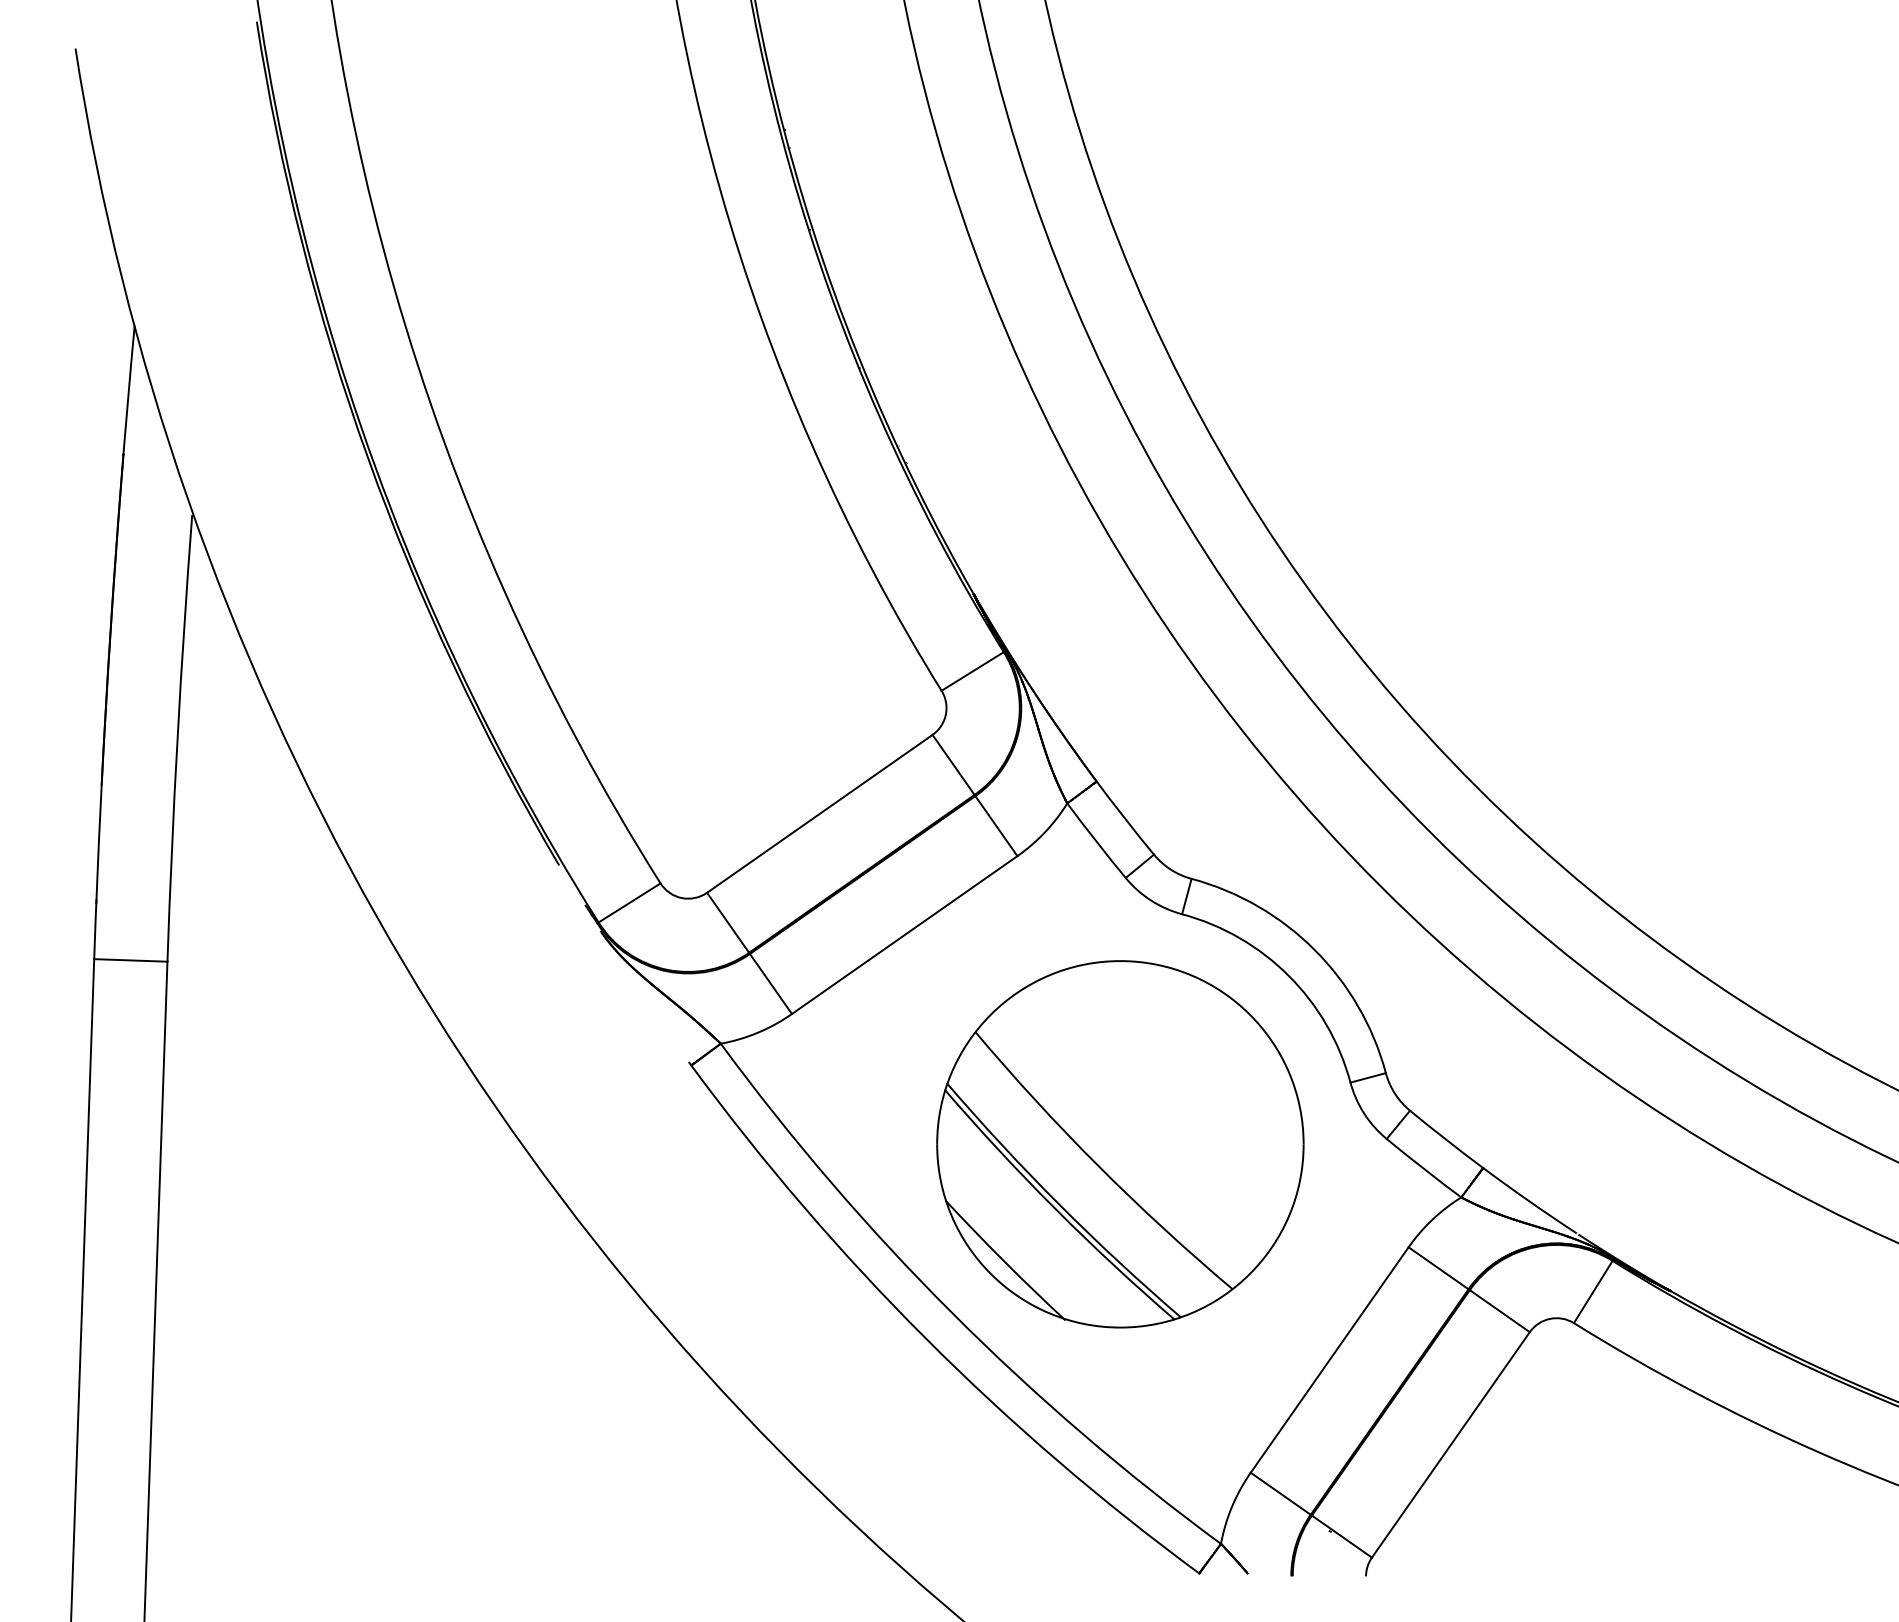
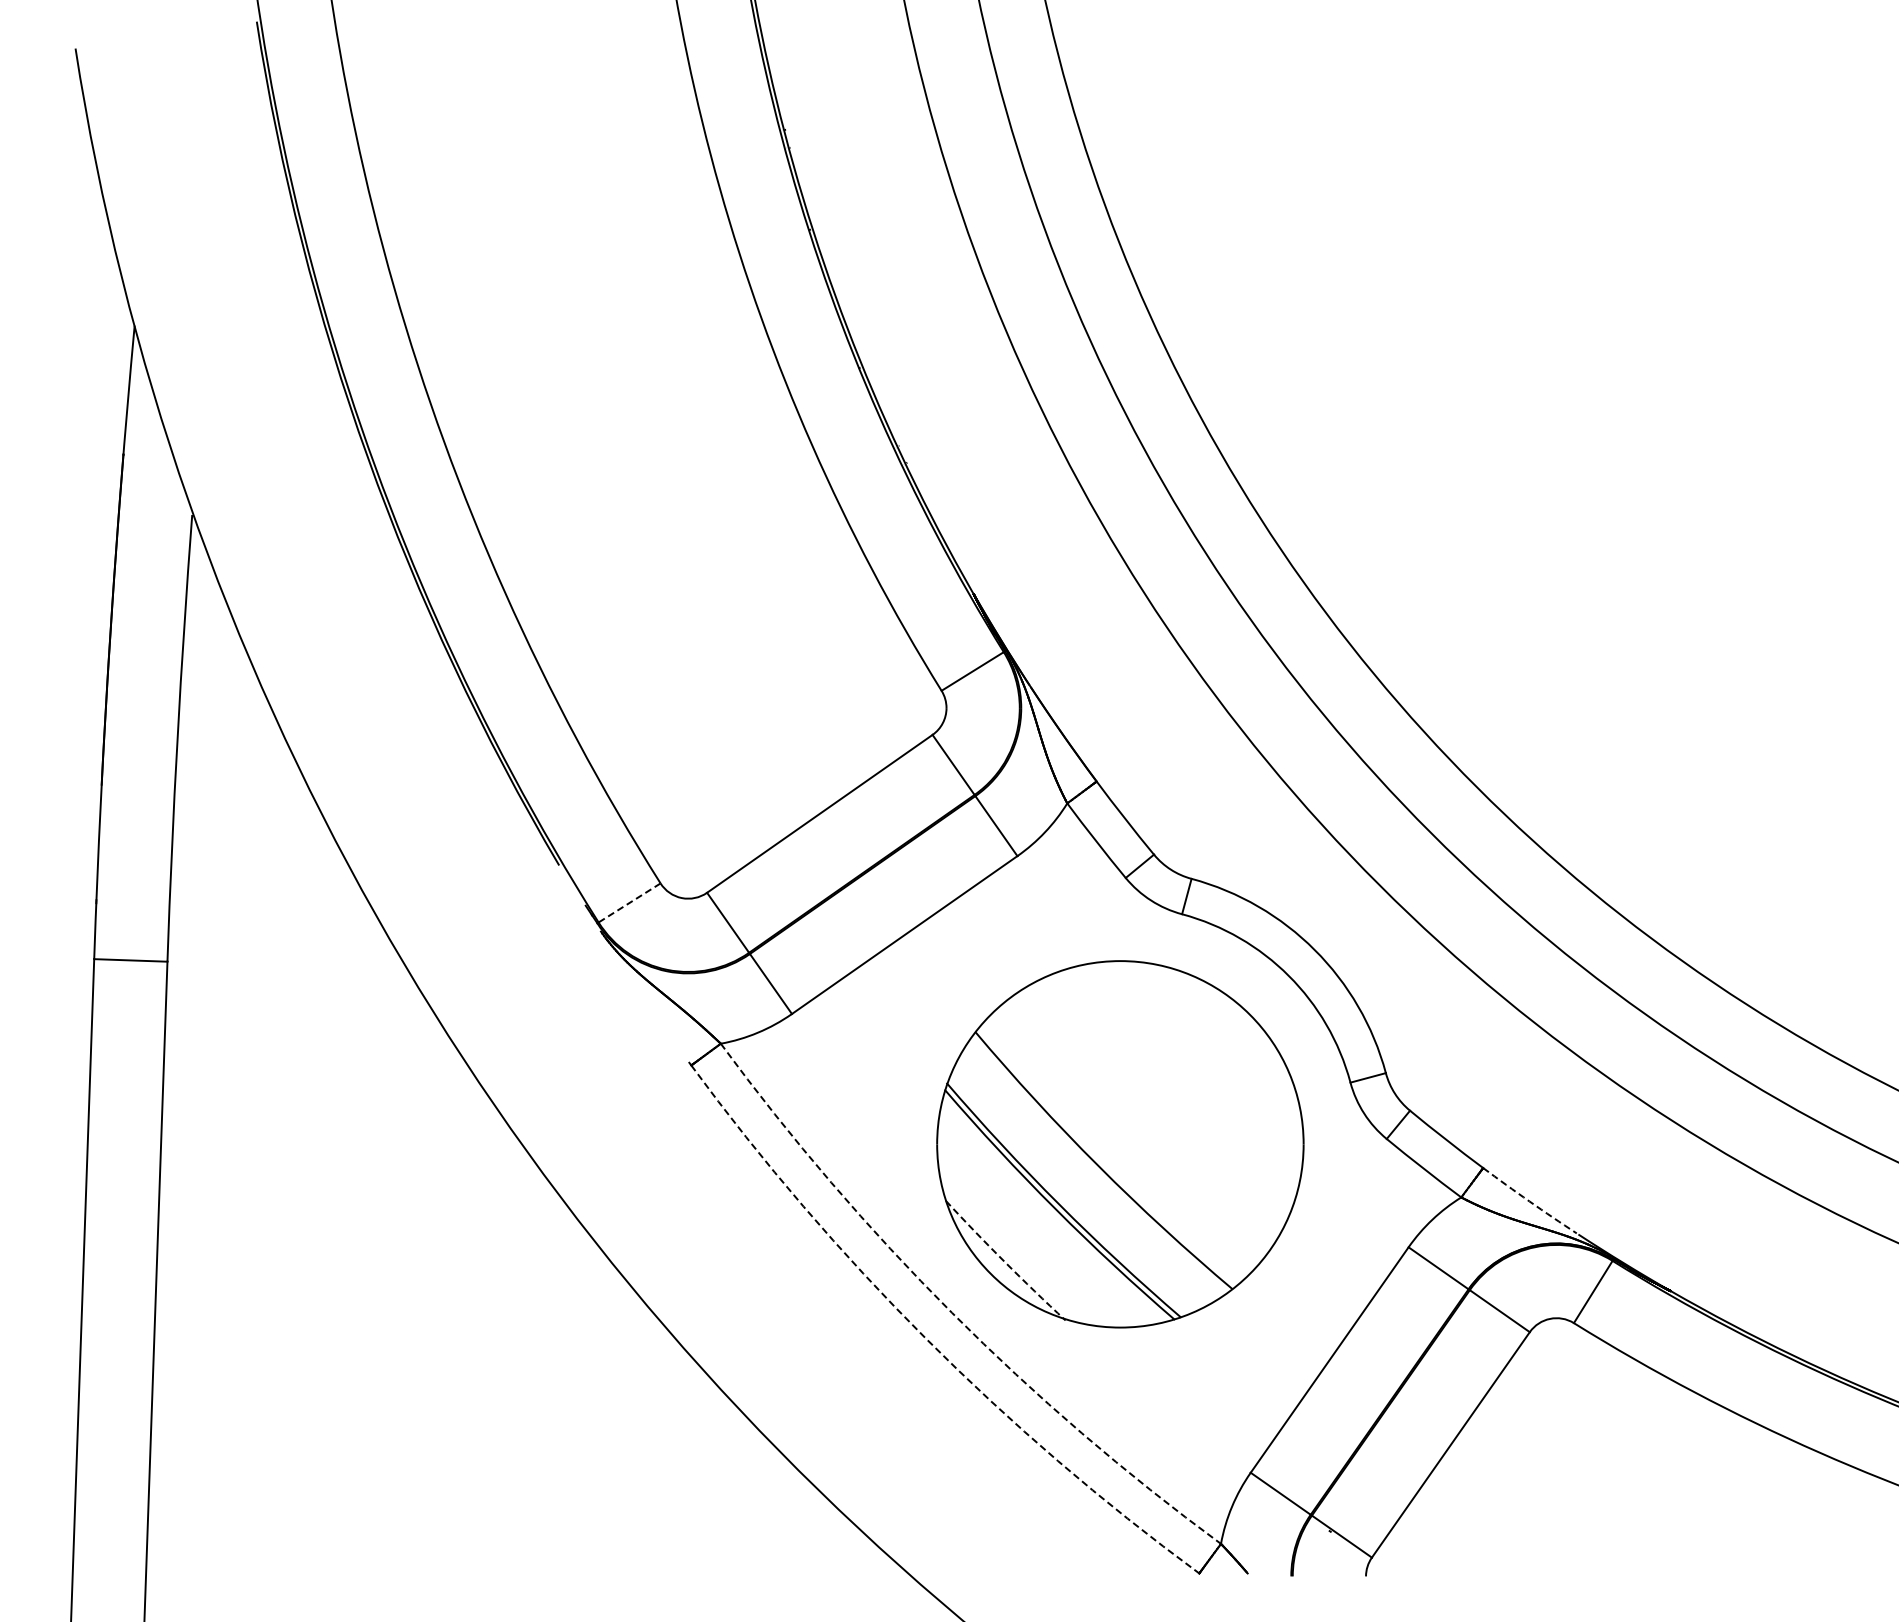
line at (629, 902): solid -> dashed
arc at (1529, 1201): solid -> dashed
arc at (1004, 1261): solid -> dashed
arc at (951, 1312): solid -> dashed
arc at (926, 1338): solid -> dashed
